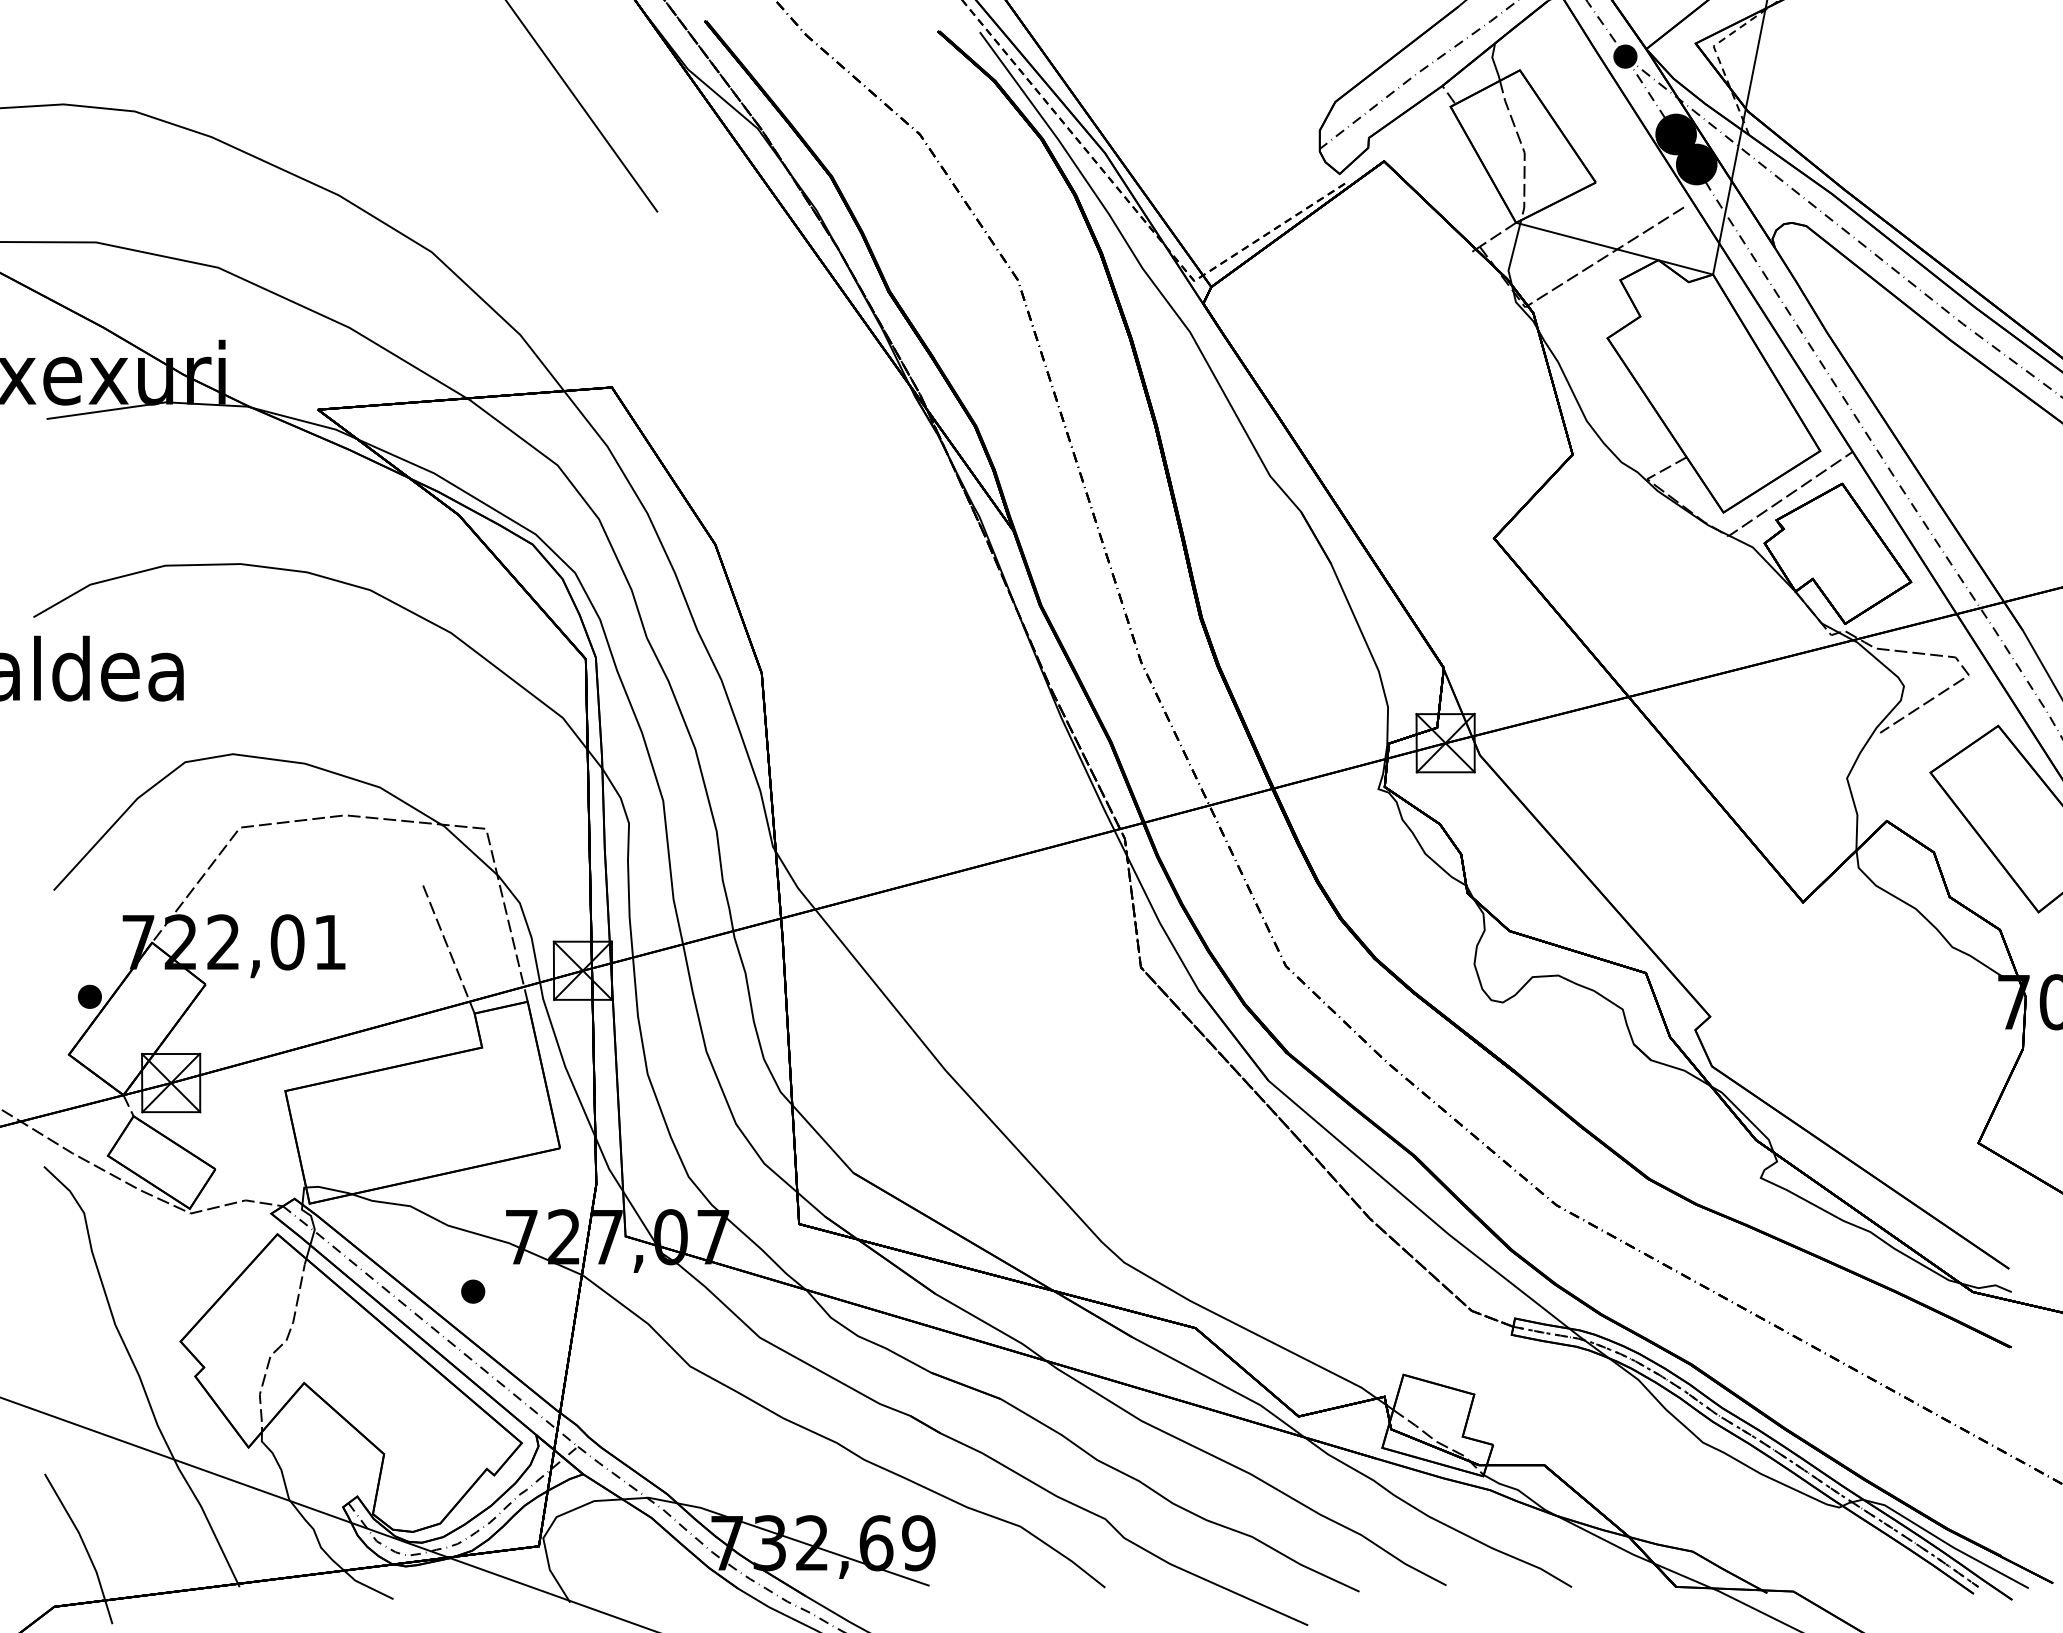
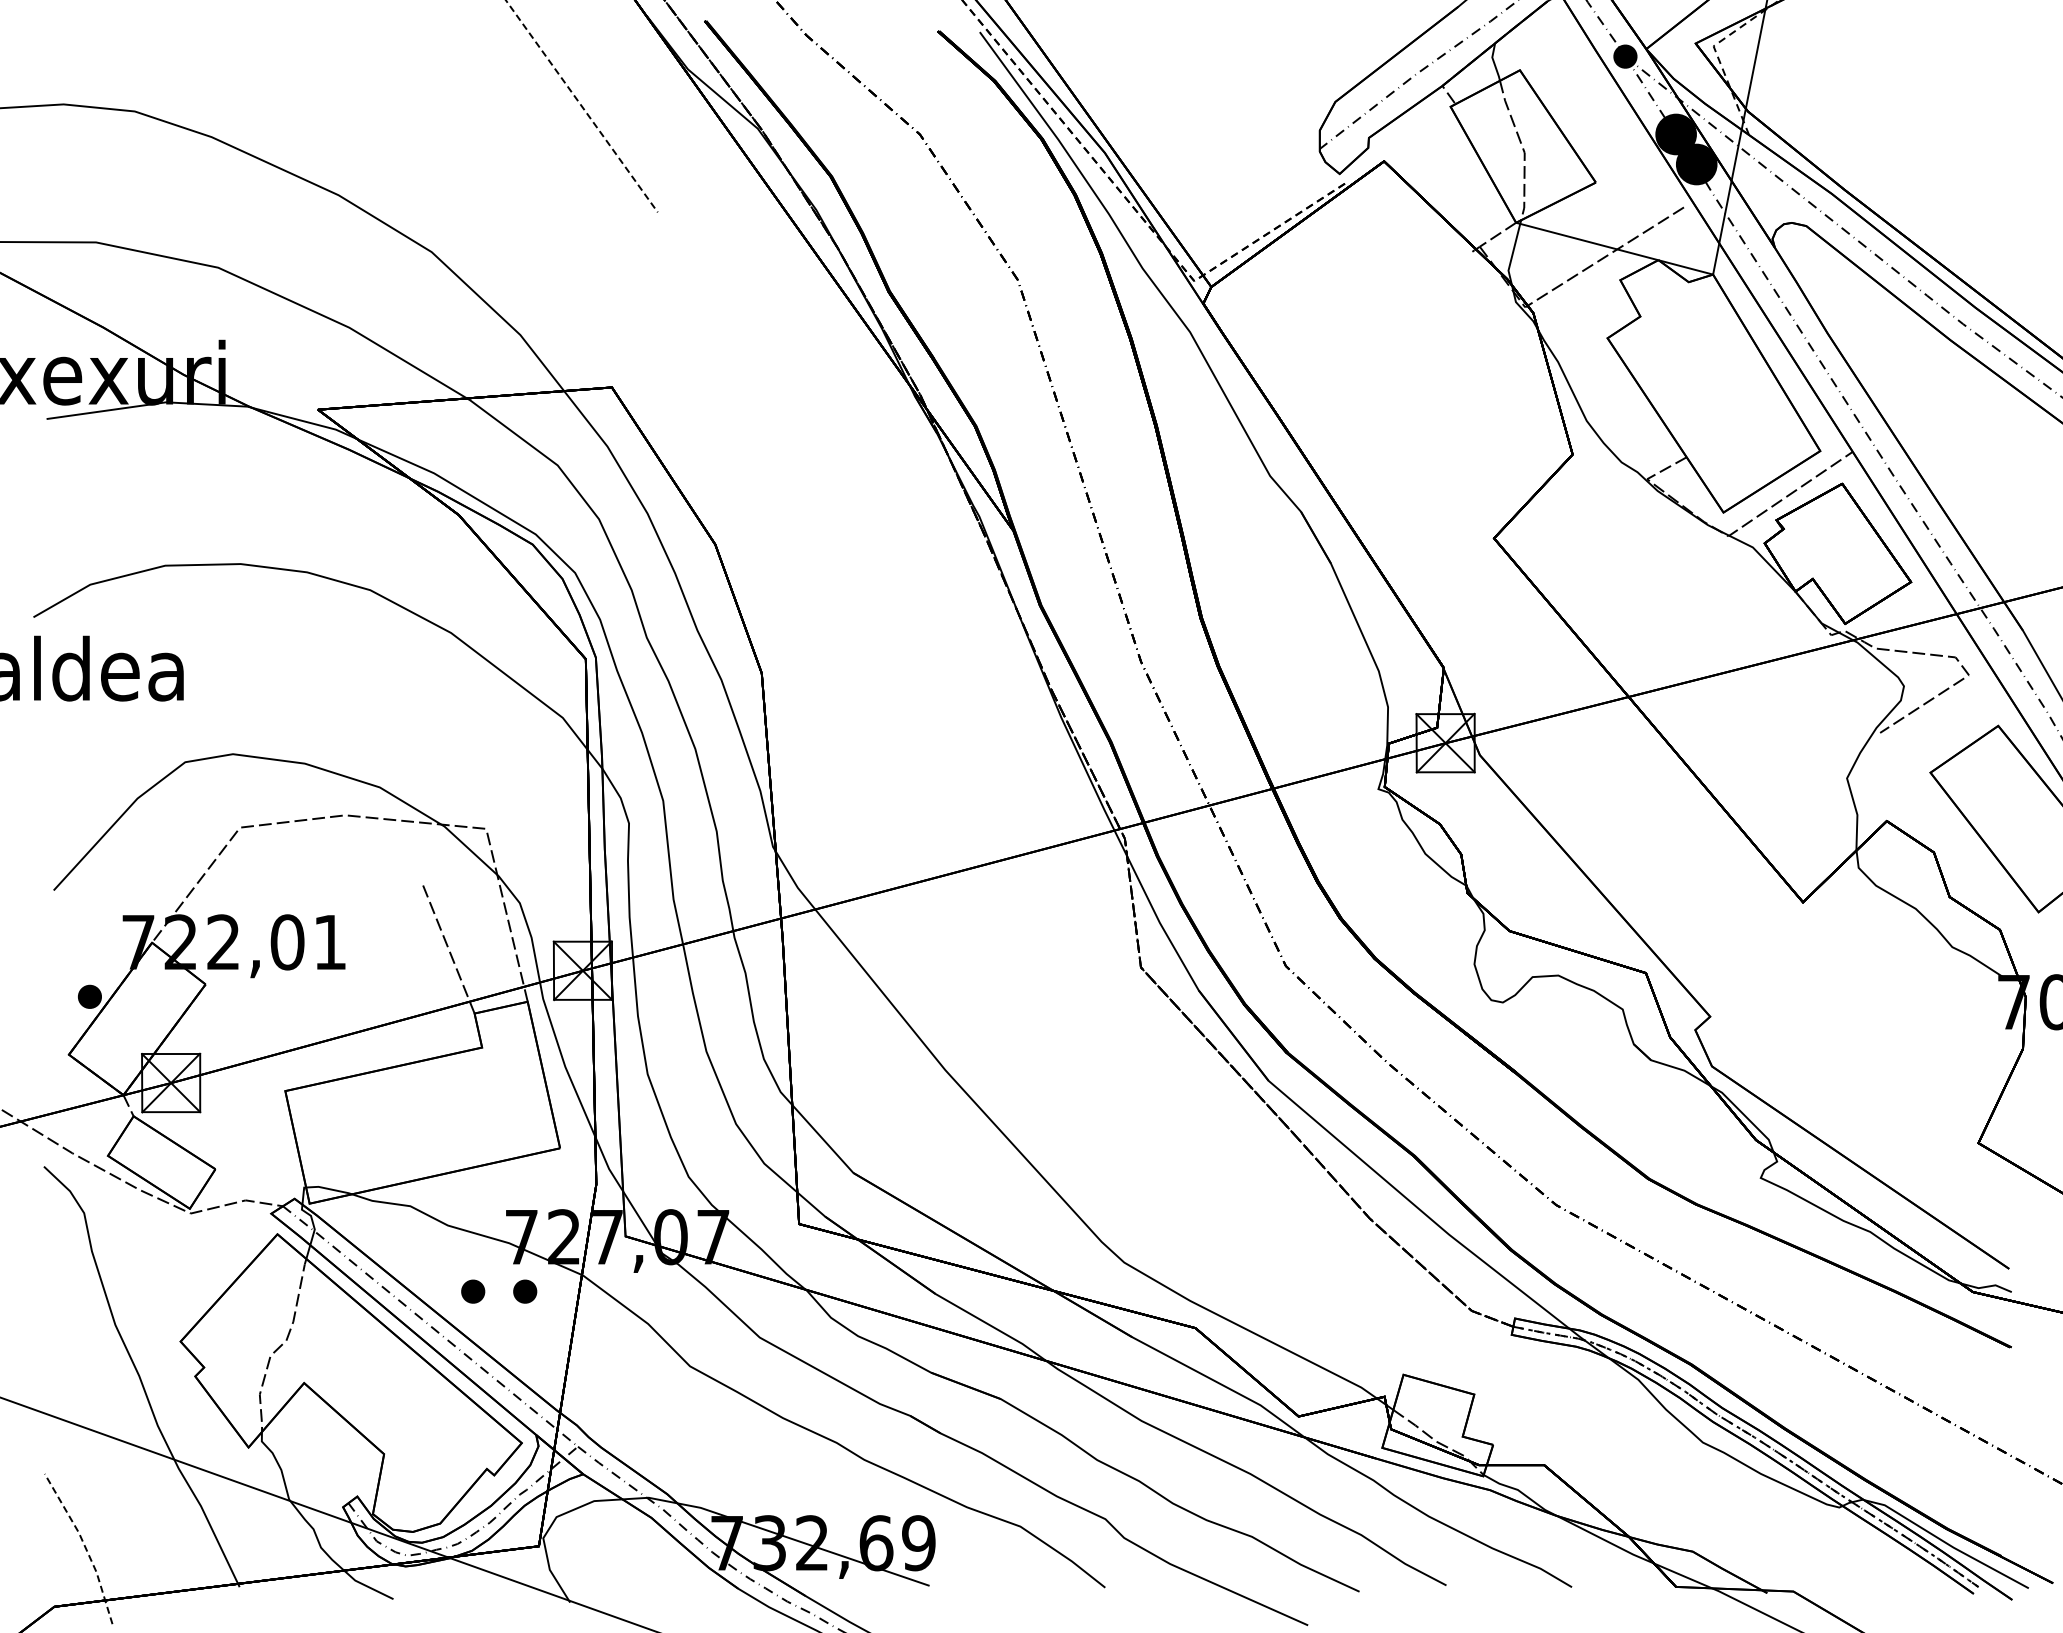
line at (582, 106): solid -> dashed
part at (525, 1291): none -> present
line at (84, 1546): solid -> dashed
